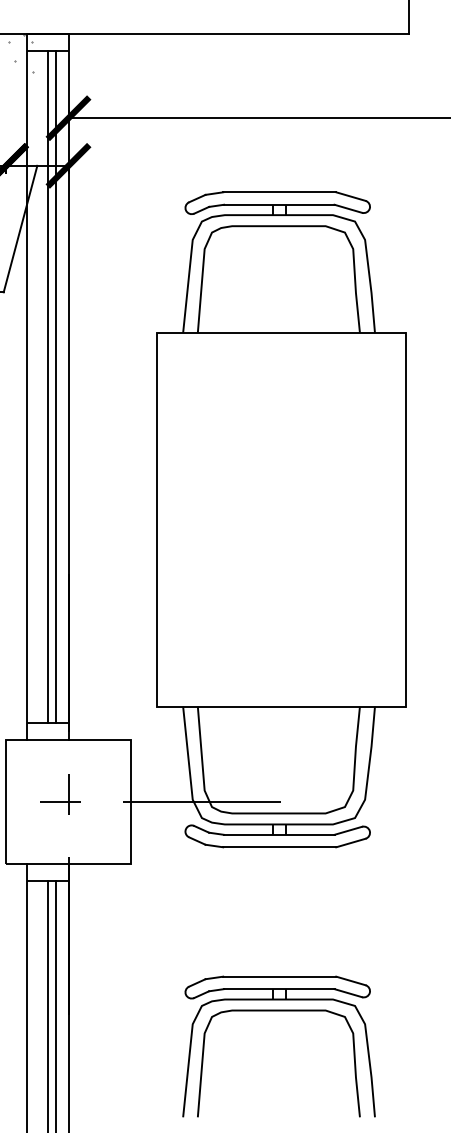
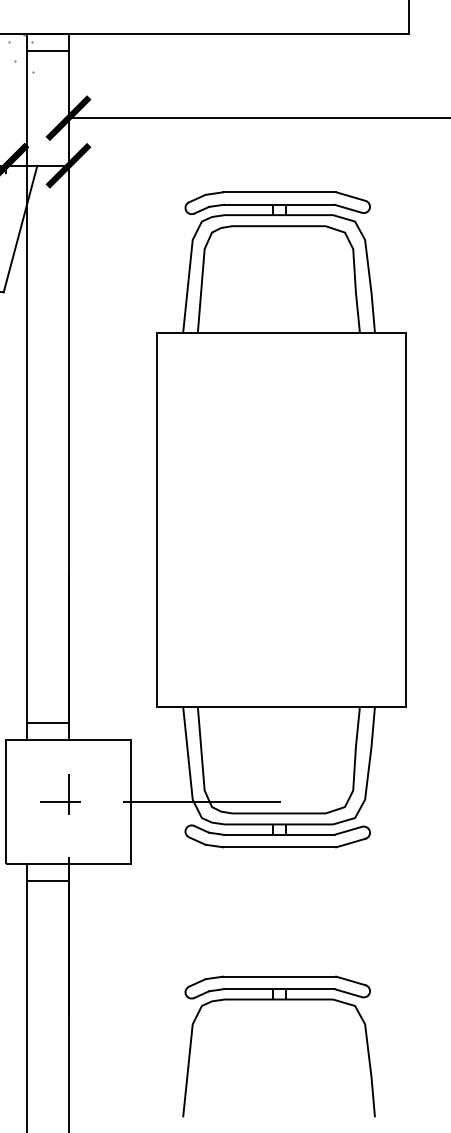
line at (47, 386): present -> none
line at (56, 386): present -> none
line at (47, 1005): present -> none
line at (56, 1005): present -> none
curve at (278, 1011): present -> none
